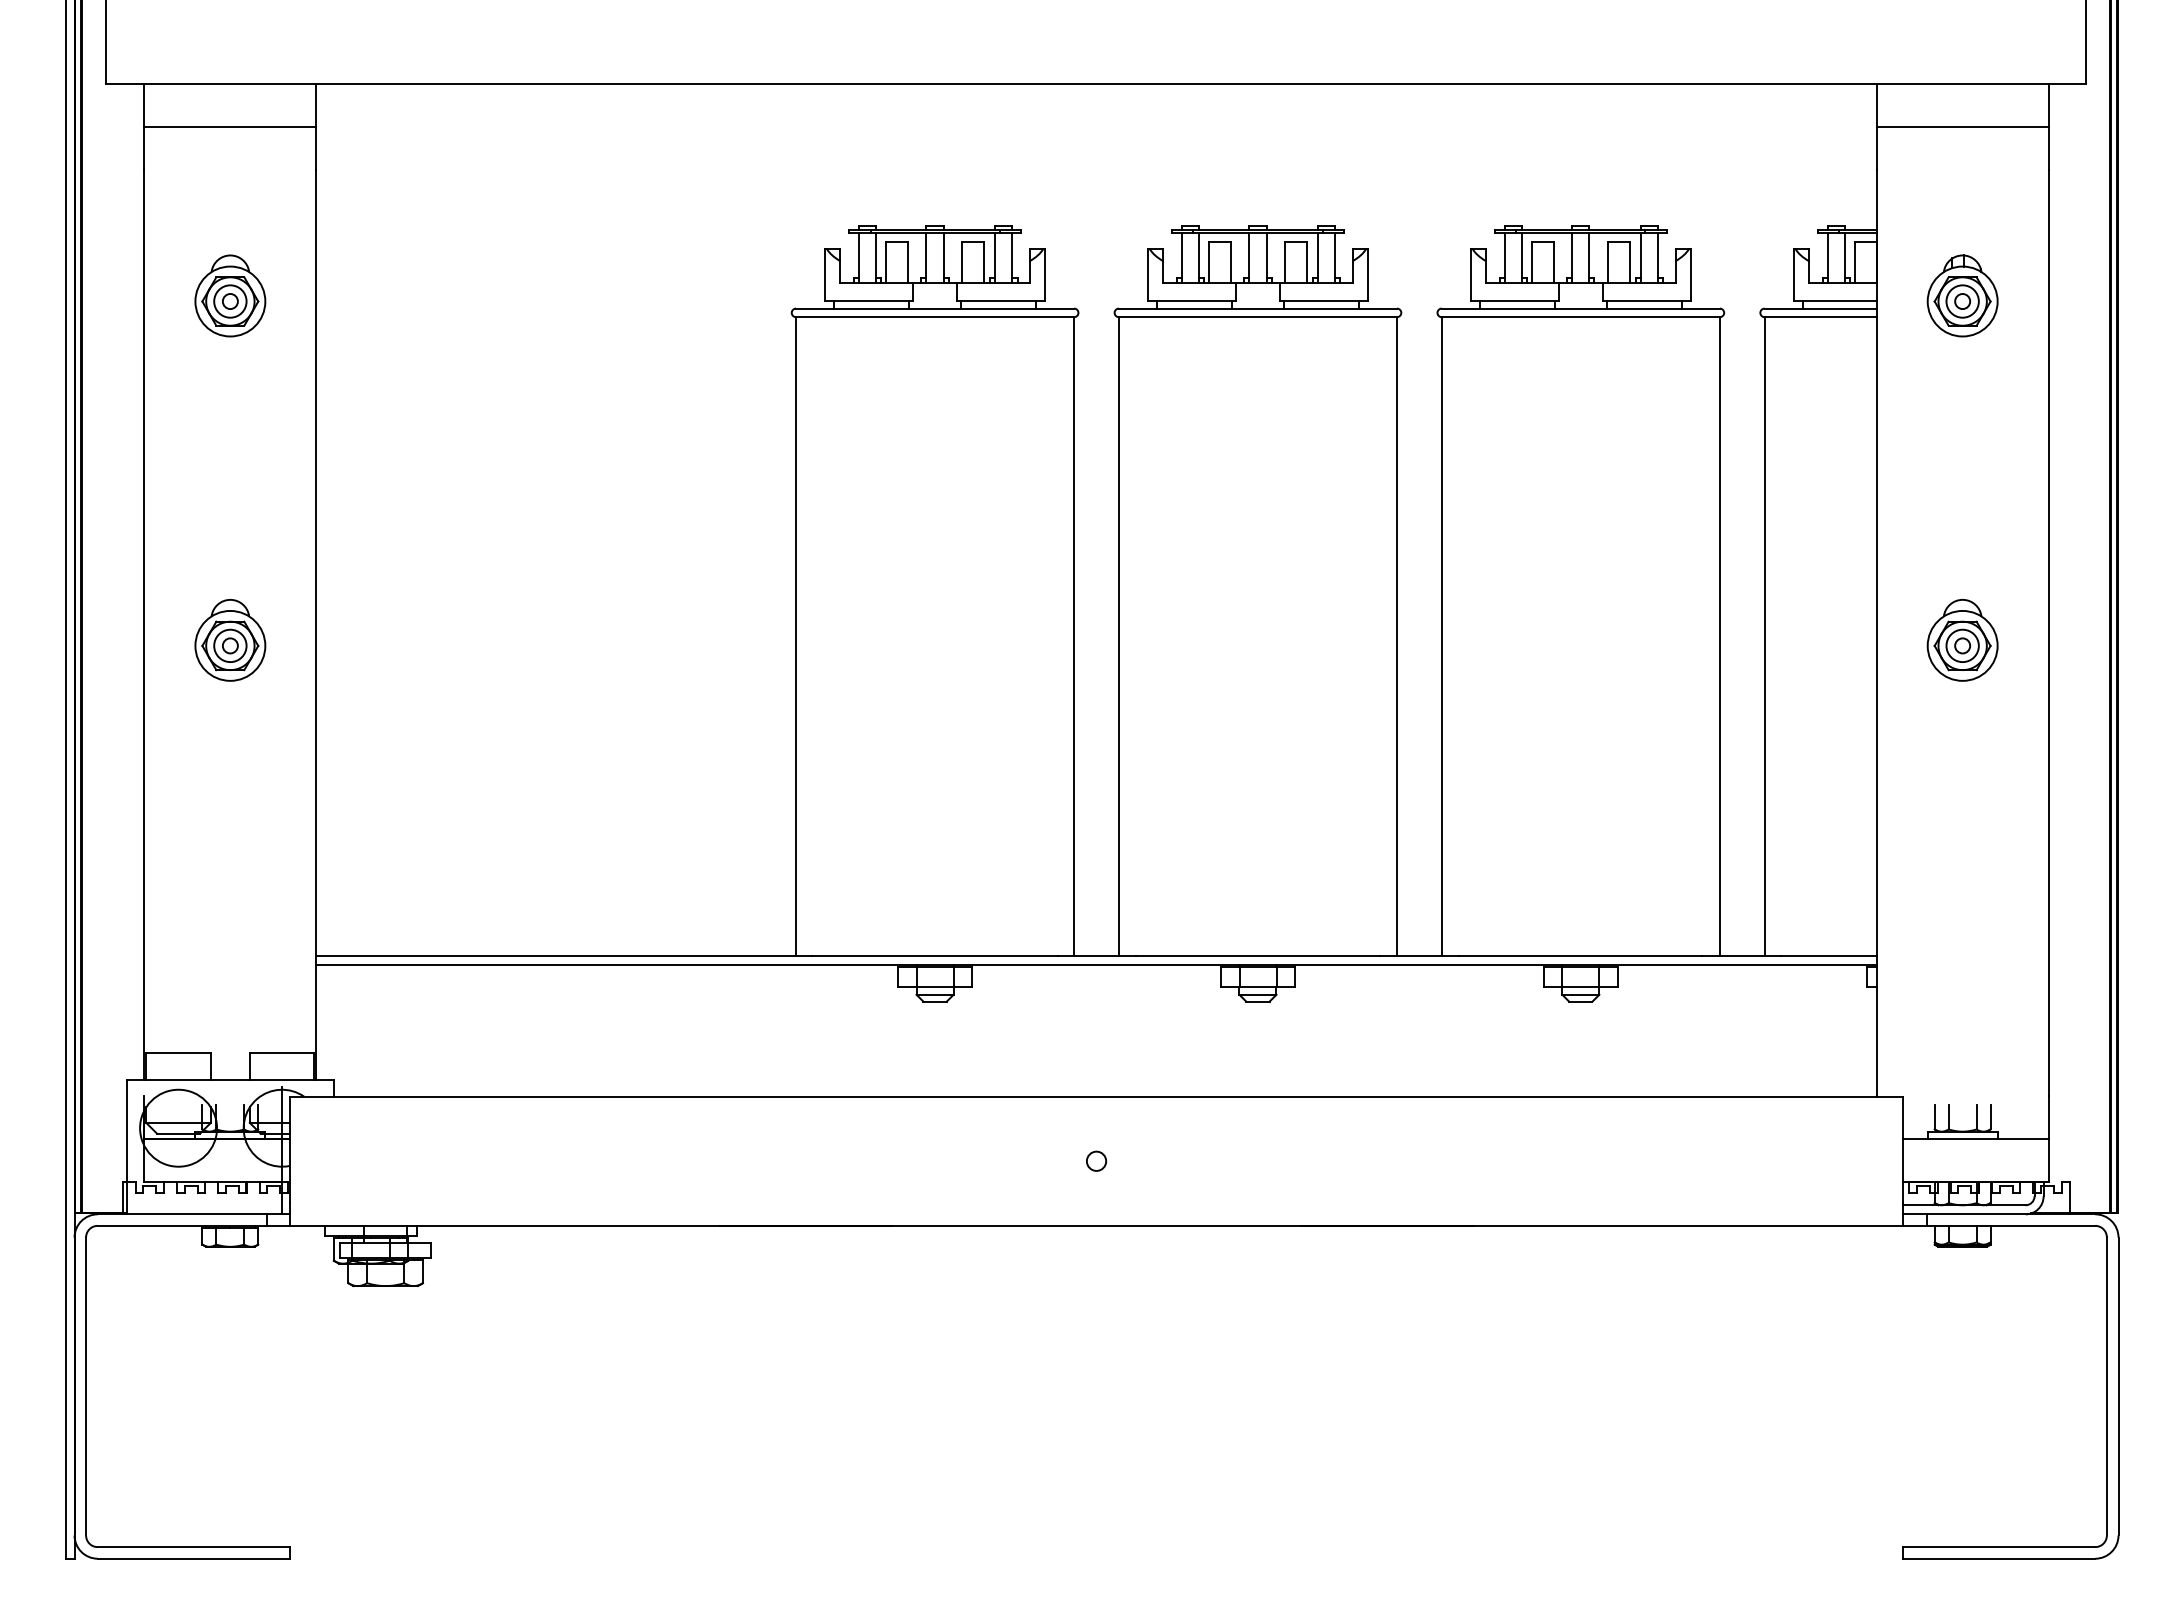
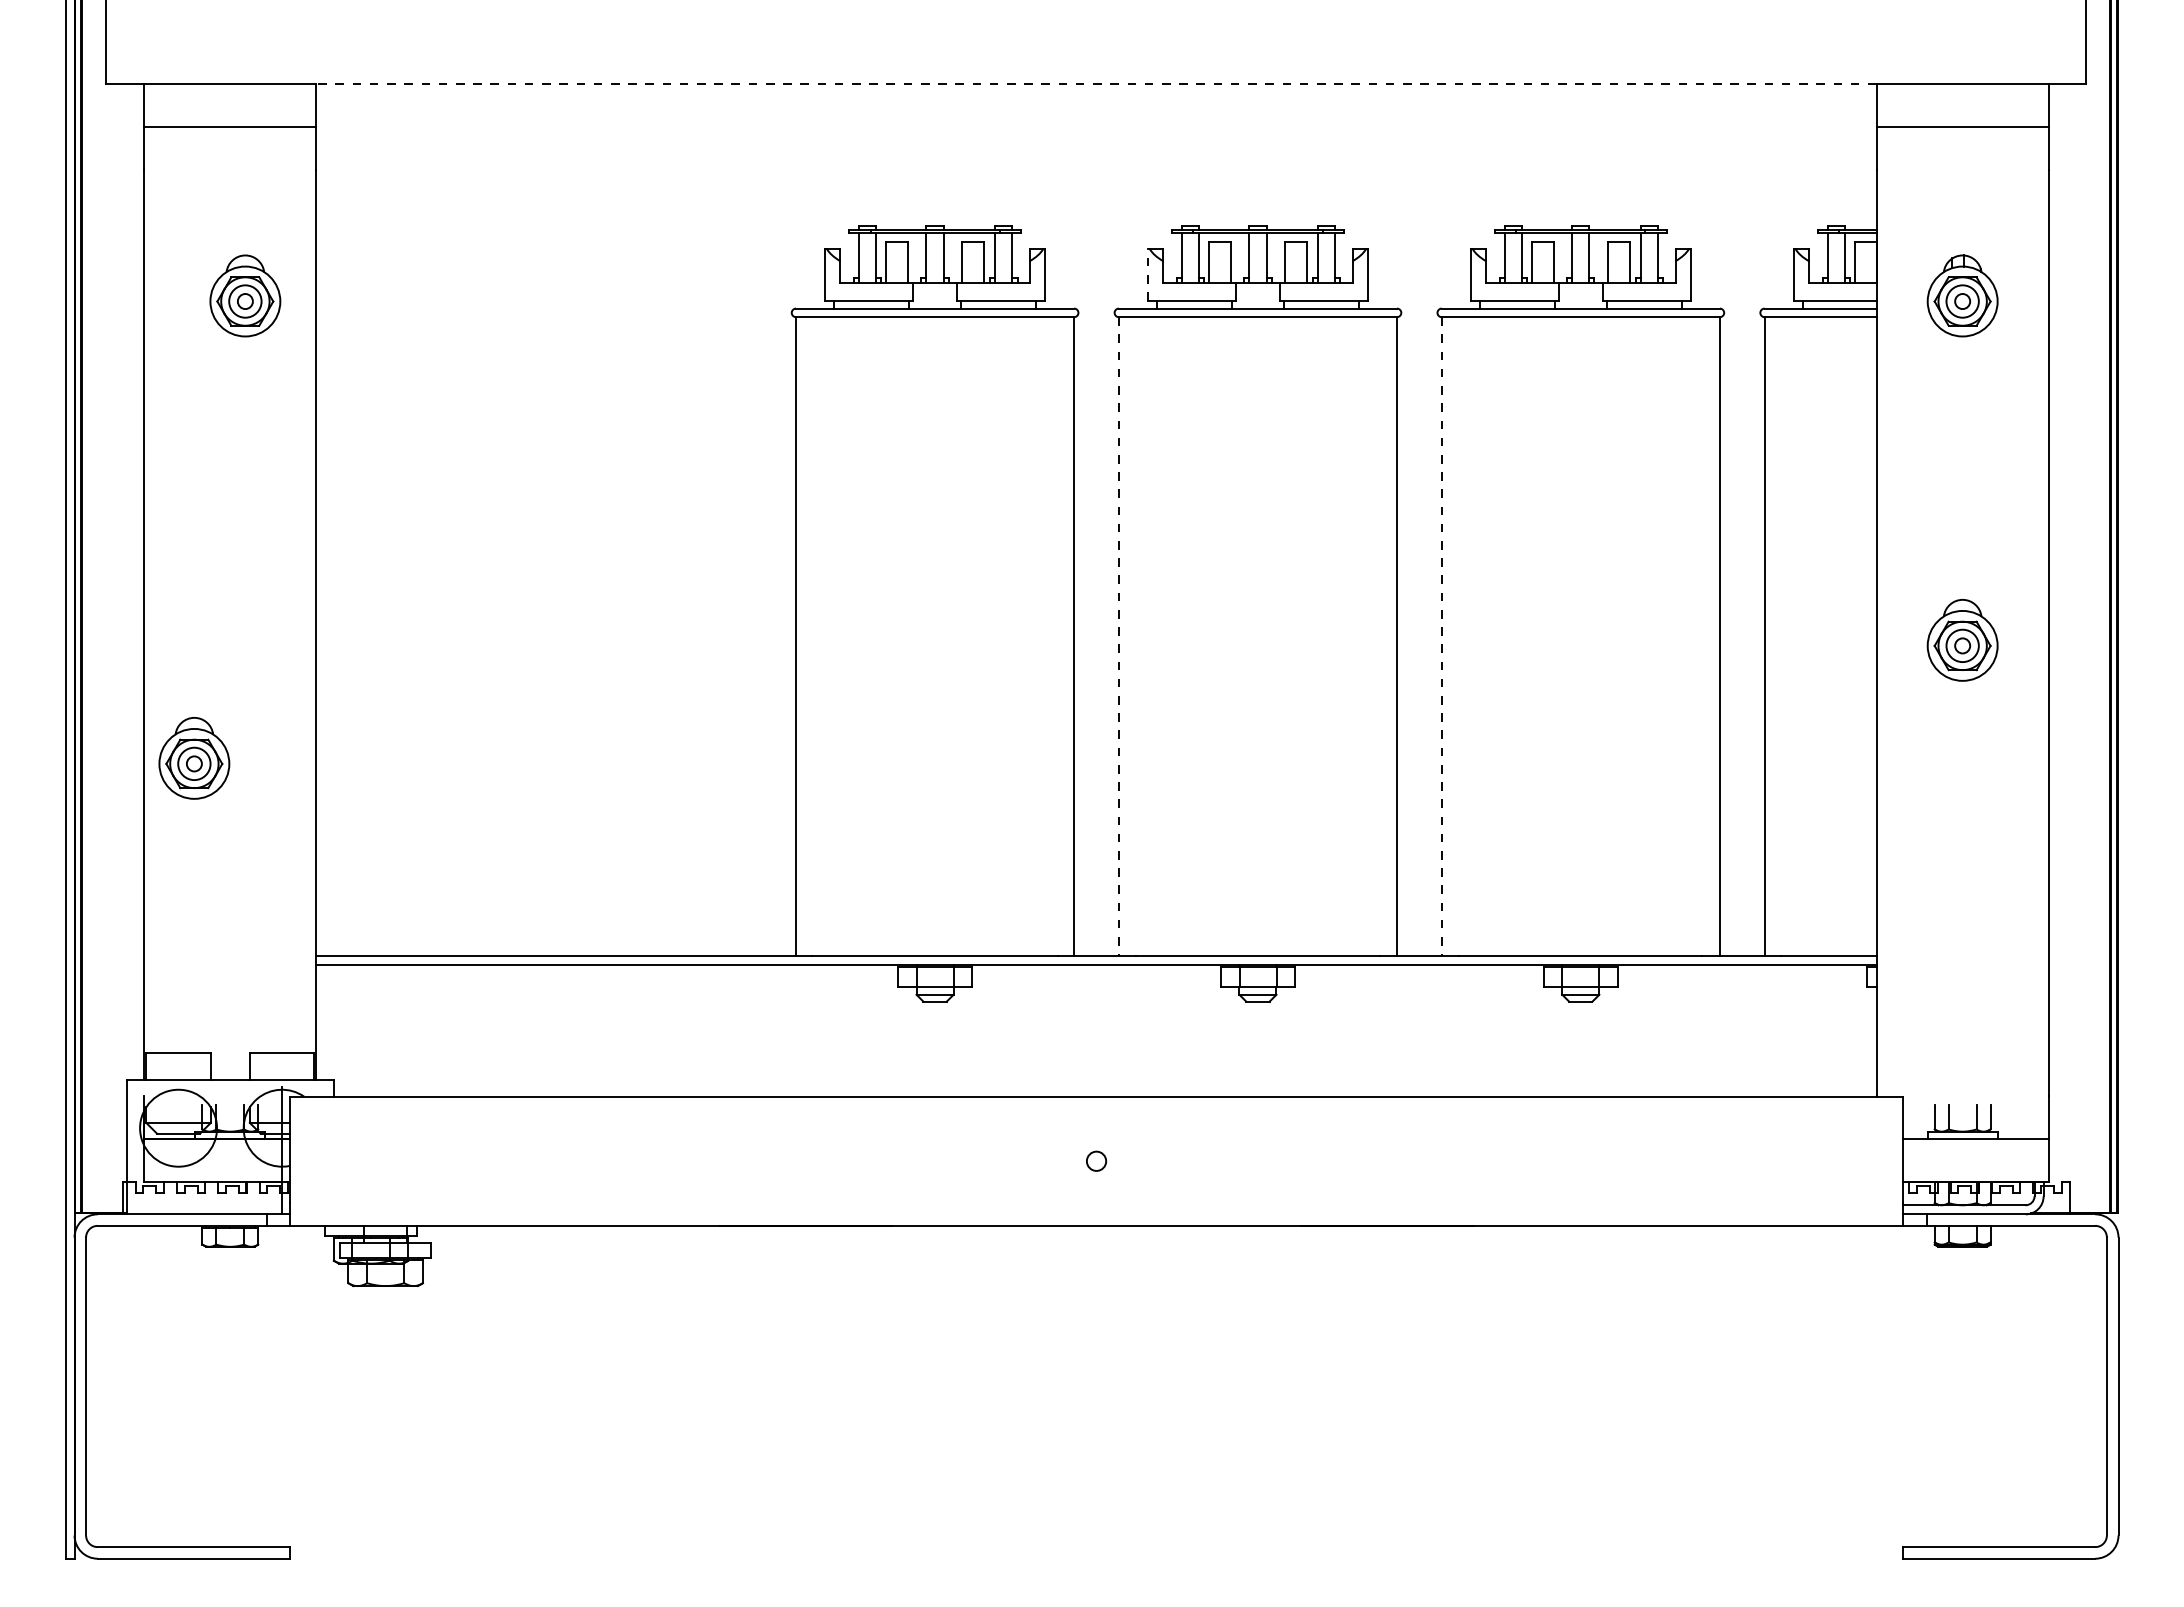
line at (1096, 83): solid -> dashed
line at (1147, 275): solid -> dashed
part at (230, 295) position: (230, 295) -> (245, 295)
line at (1118, 637): solid -> dashed
line at (1441, 637): solid -> dashed
part at (230, 640) position: (230, 640) -> (194, 758)
